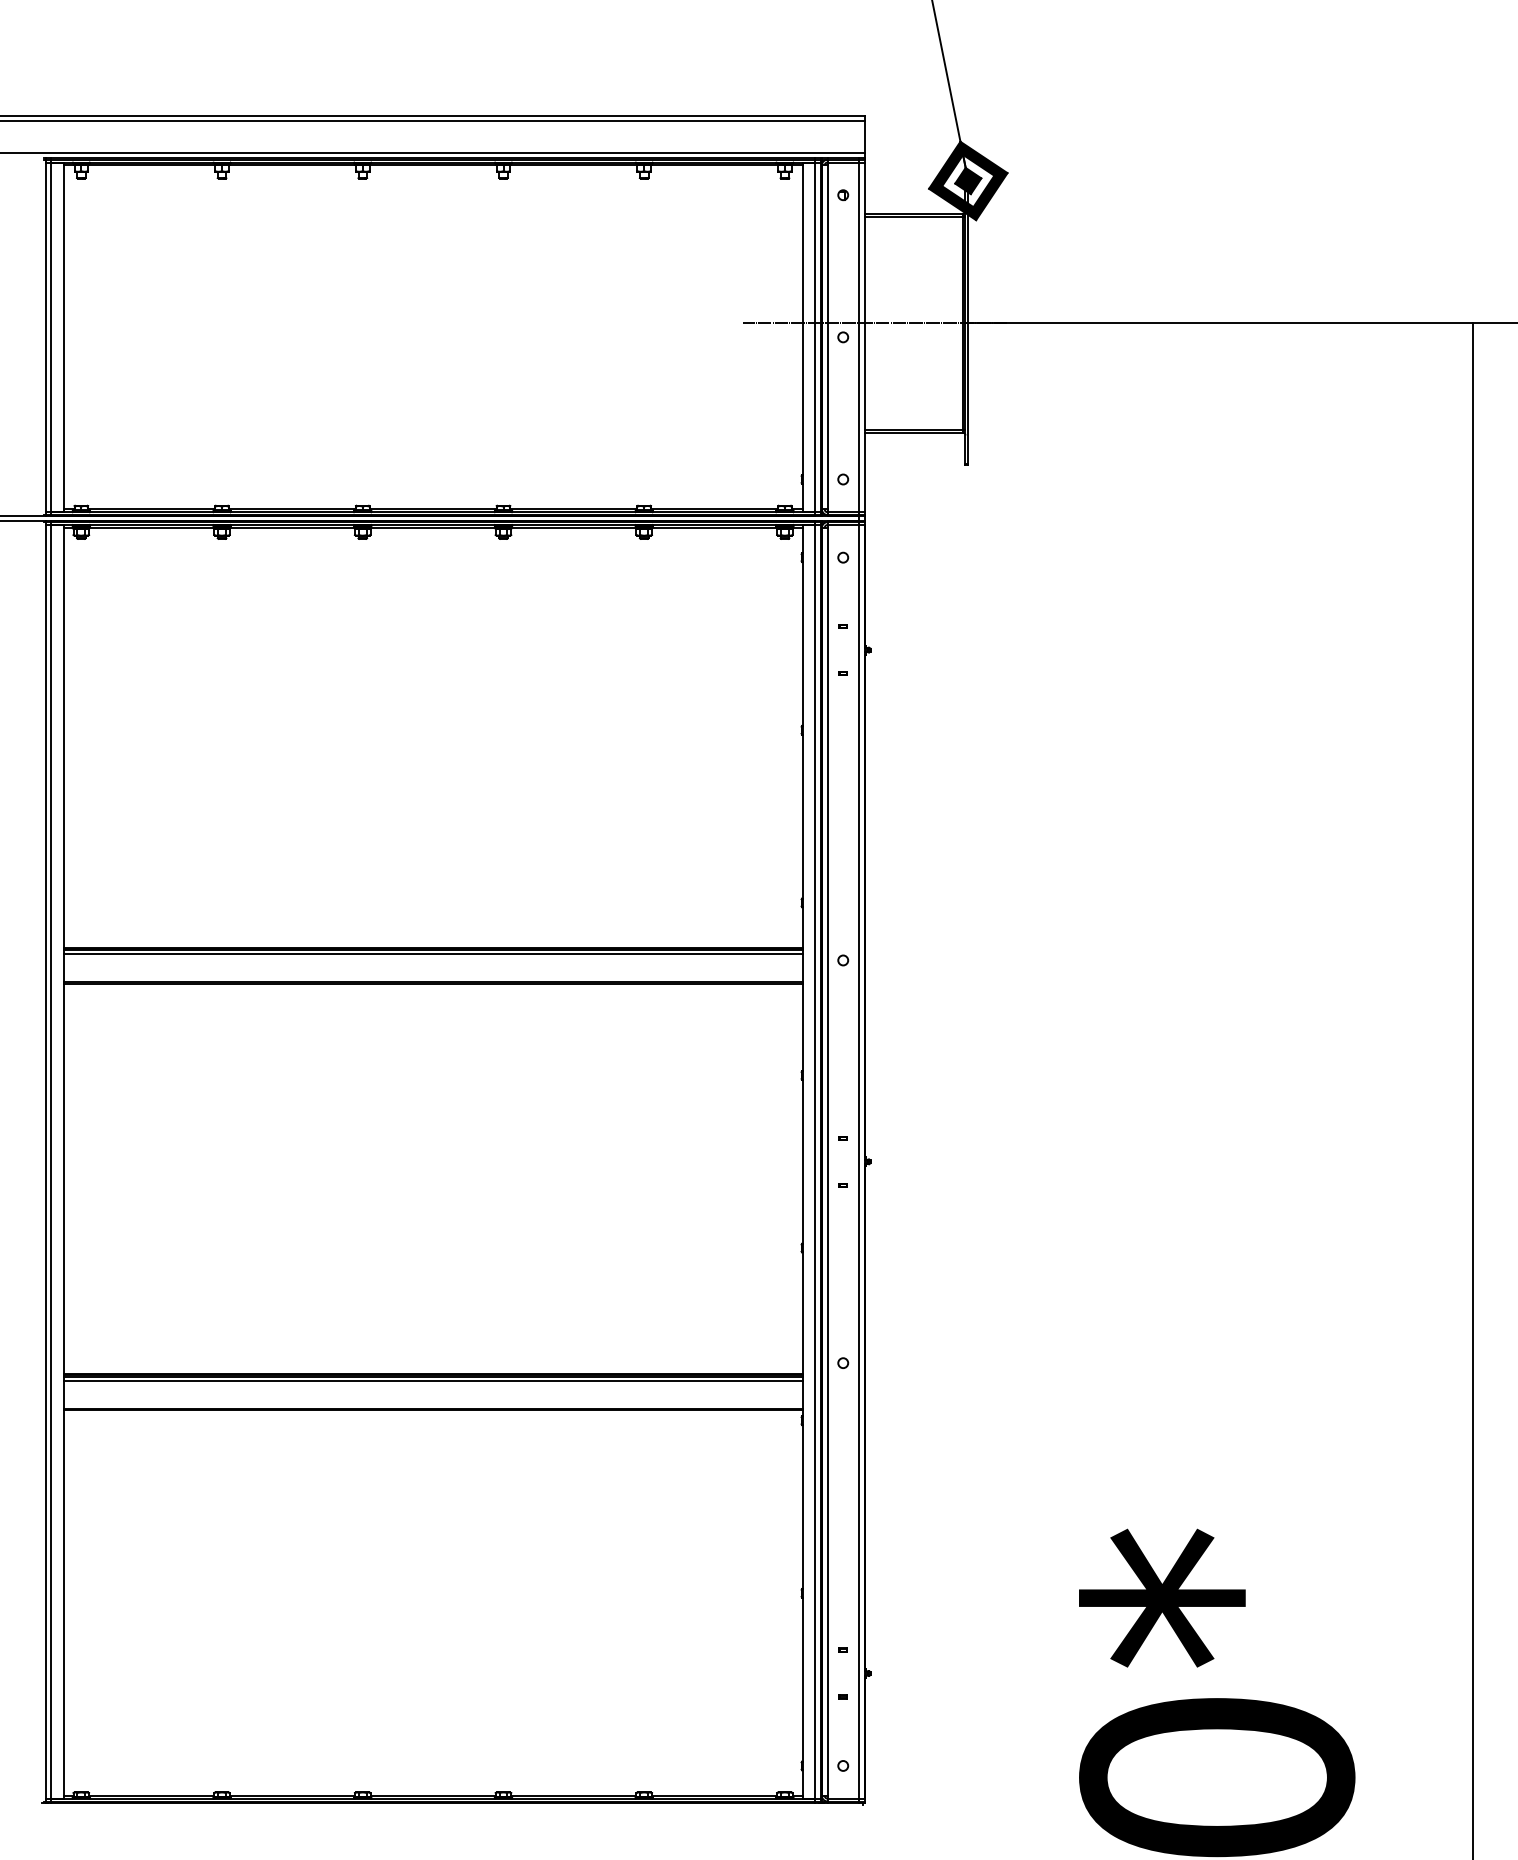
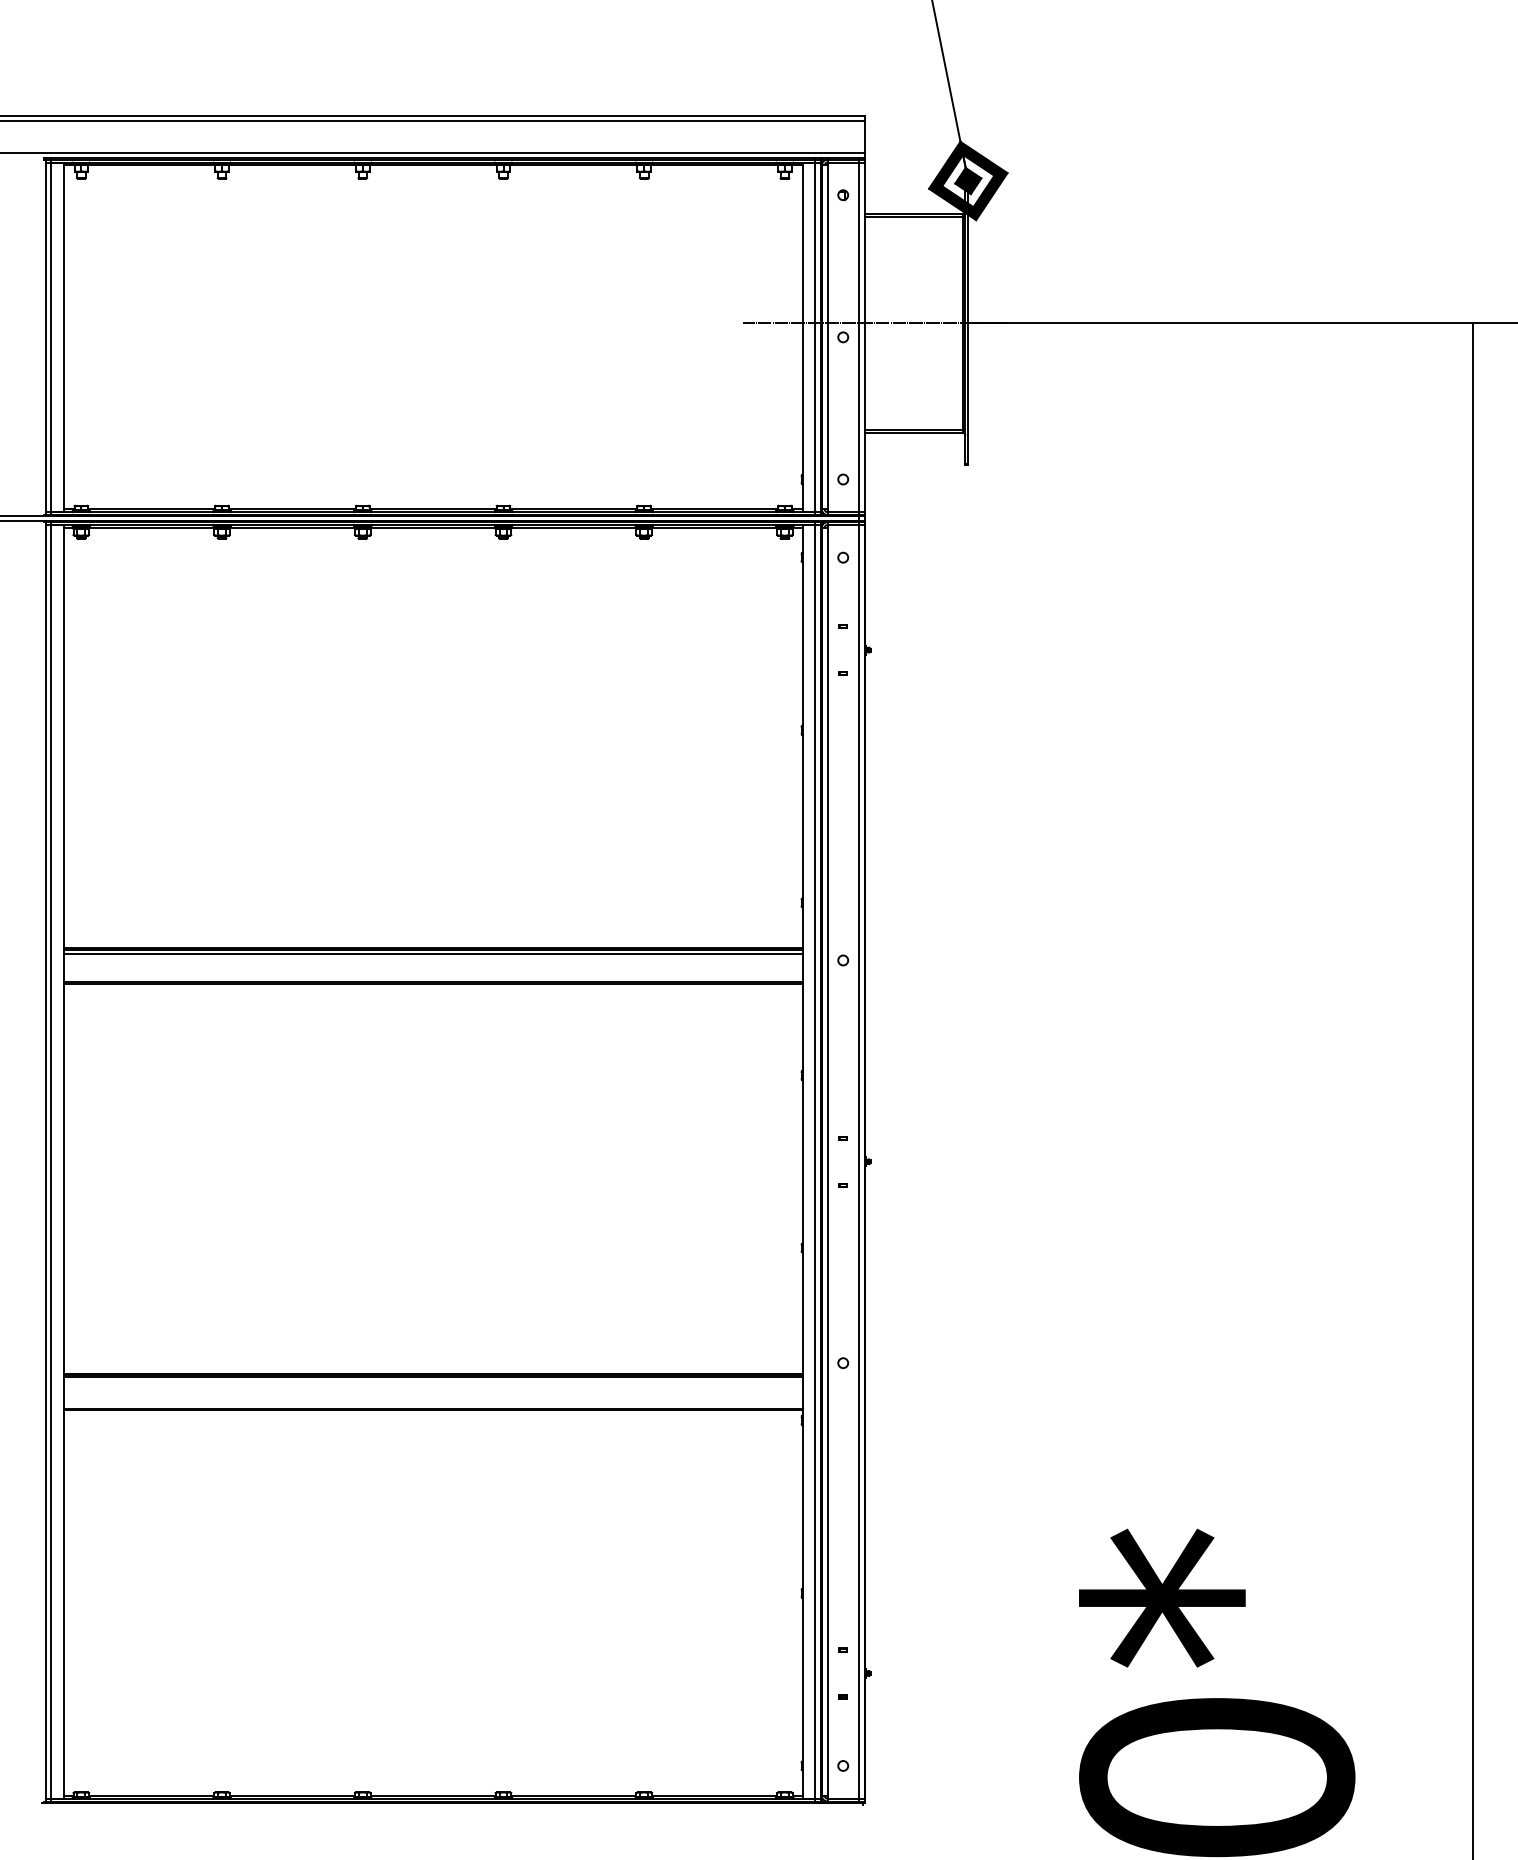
line at (432, 1380): present -> none
